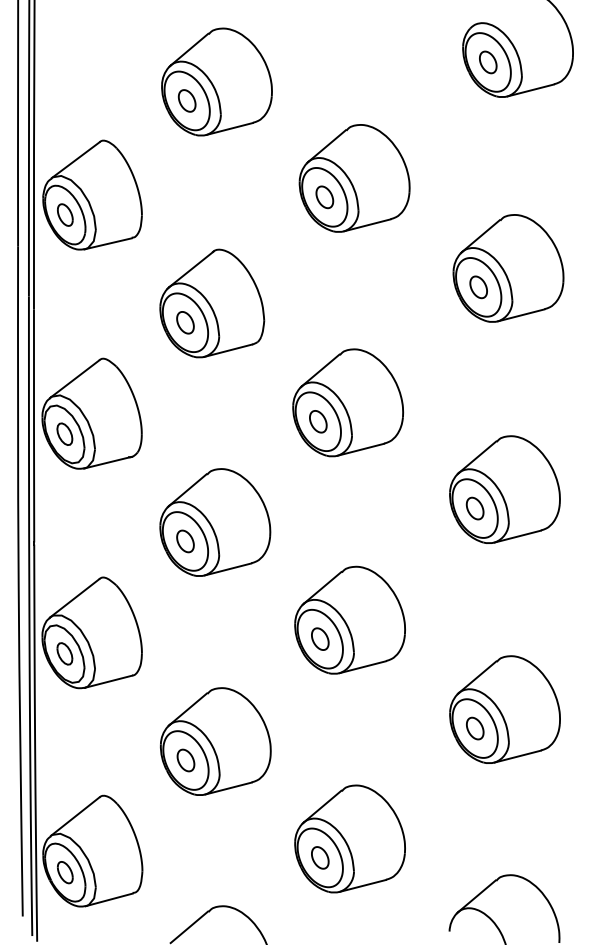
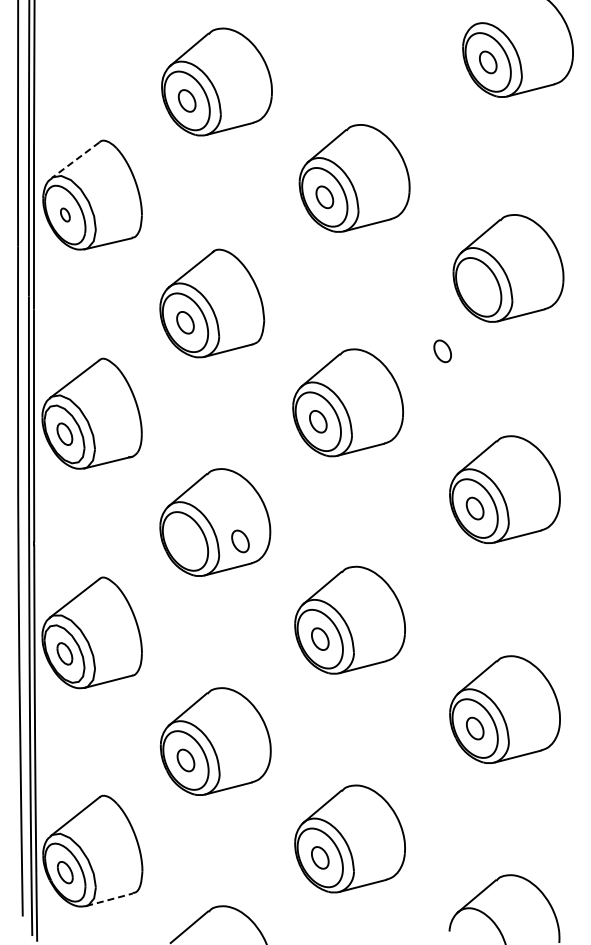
line at (75, 160): solid -> dashed
part at (65, 214) size: 17x24 px -> 11x16 px
part at (478, 287) position: (478, 287) -> (442, 351)
part at (185, 541) position: (185, 541) -> (240, 541)
line at (110, 899): solid -> dashed
